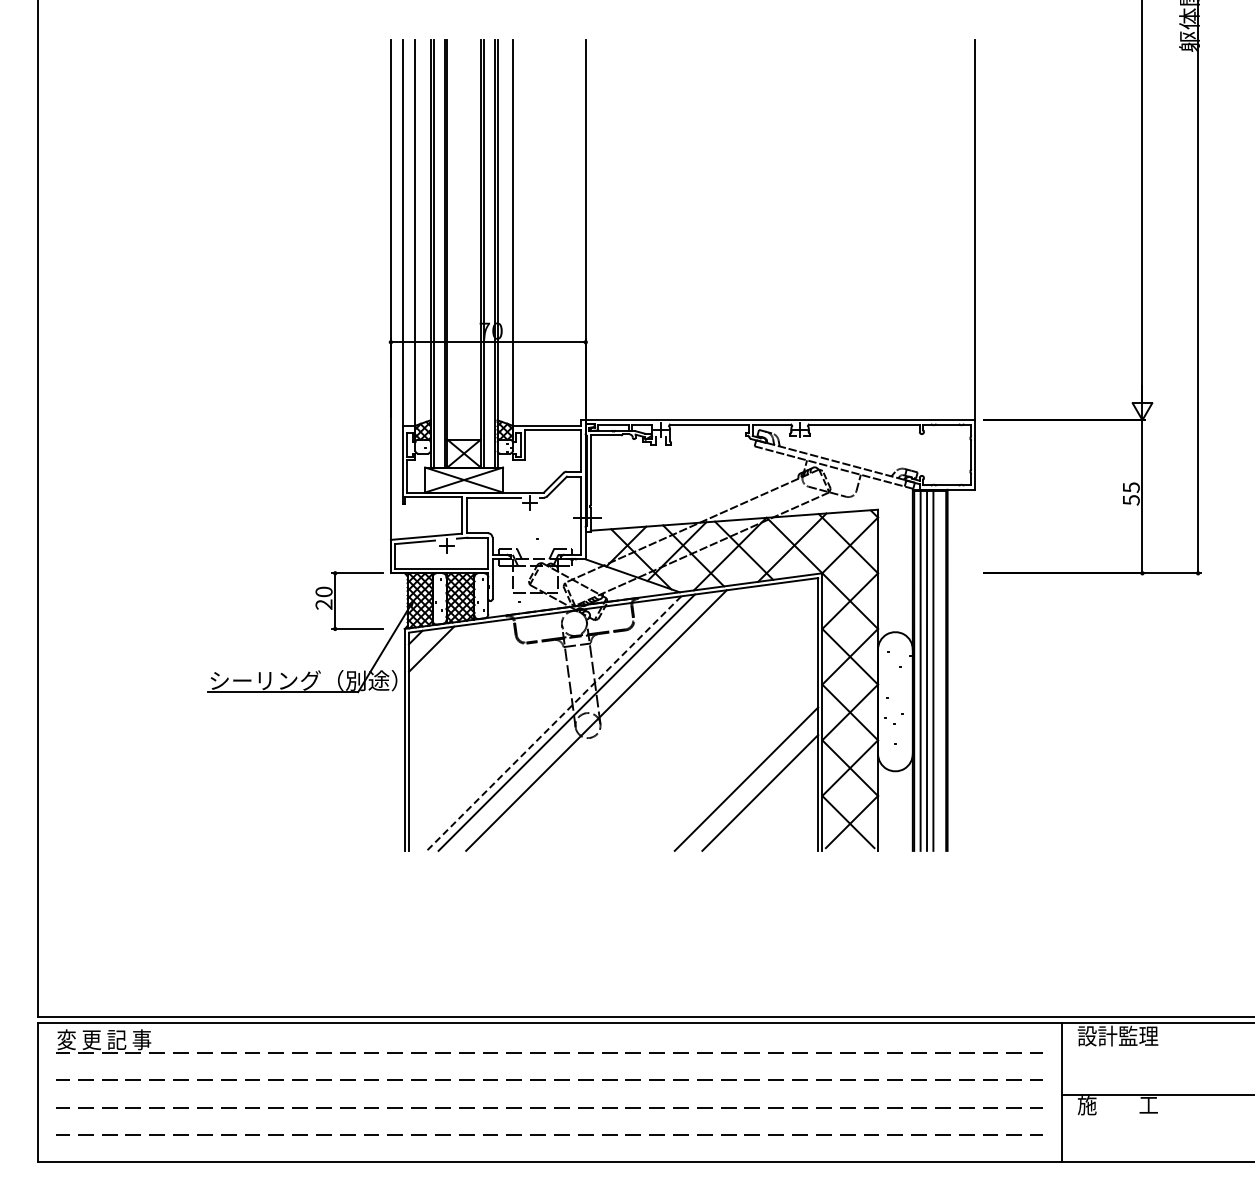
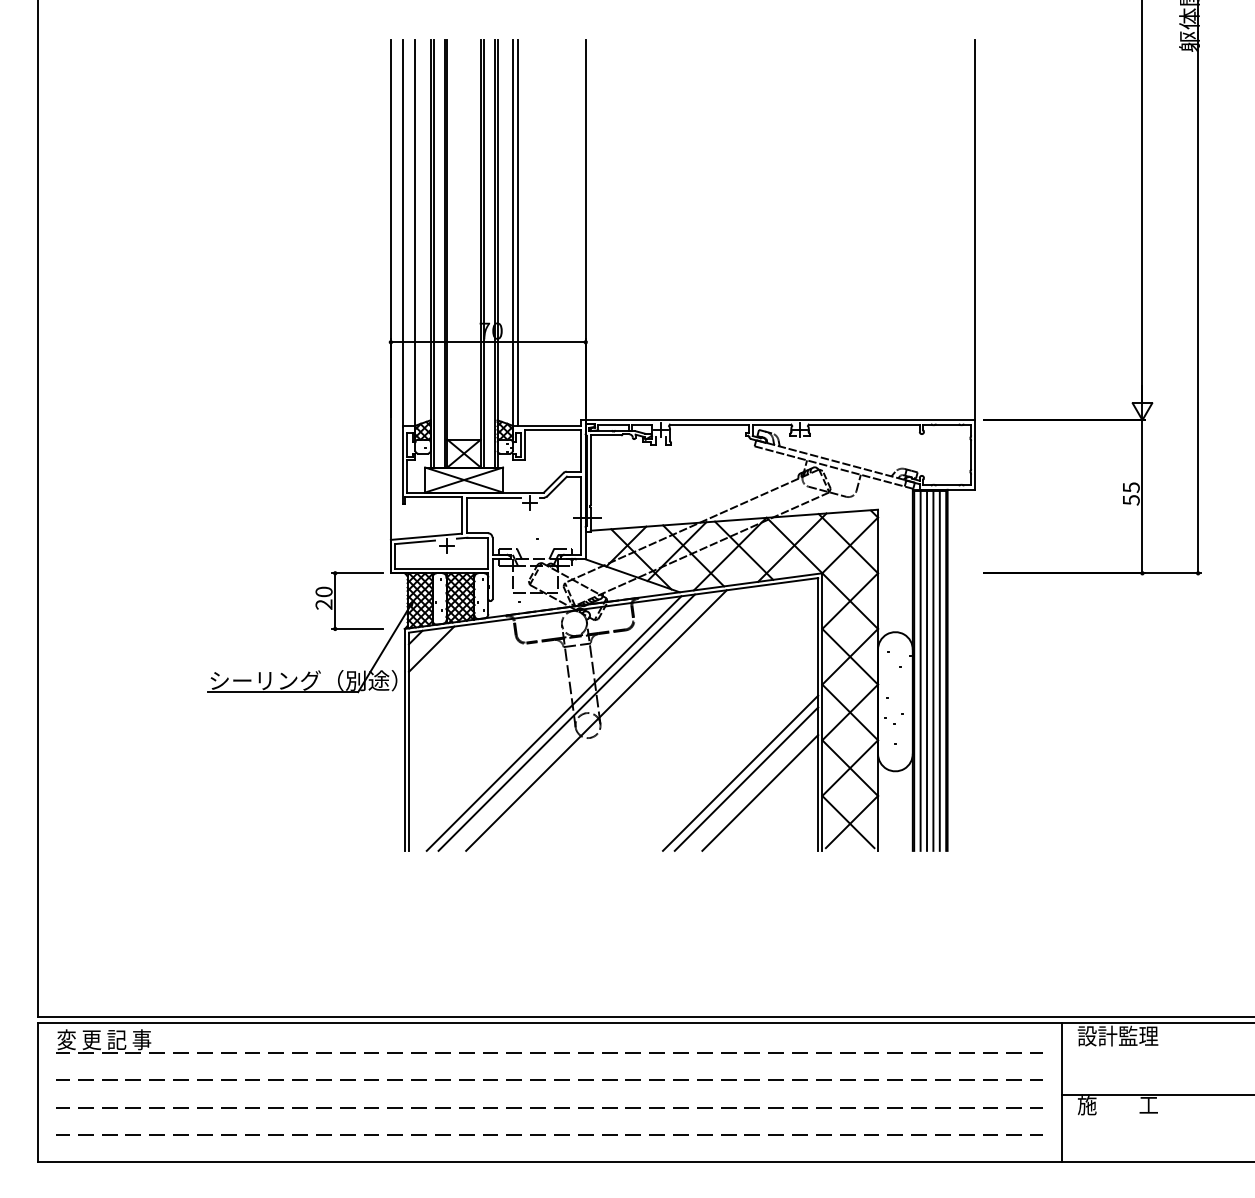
line at (518, 232): none -> present
line at (939, 670): none -> present
line at (553, 723): dashed -> solid
line at (740, 772): none -> present
